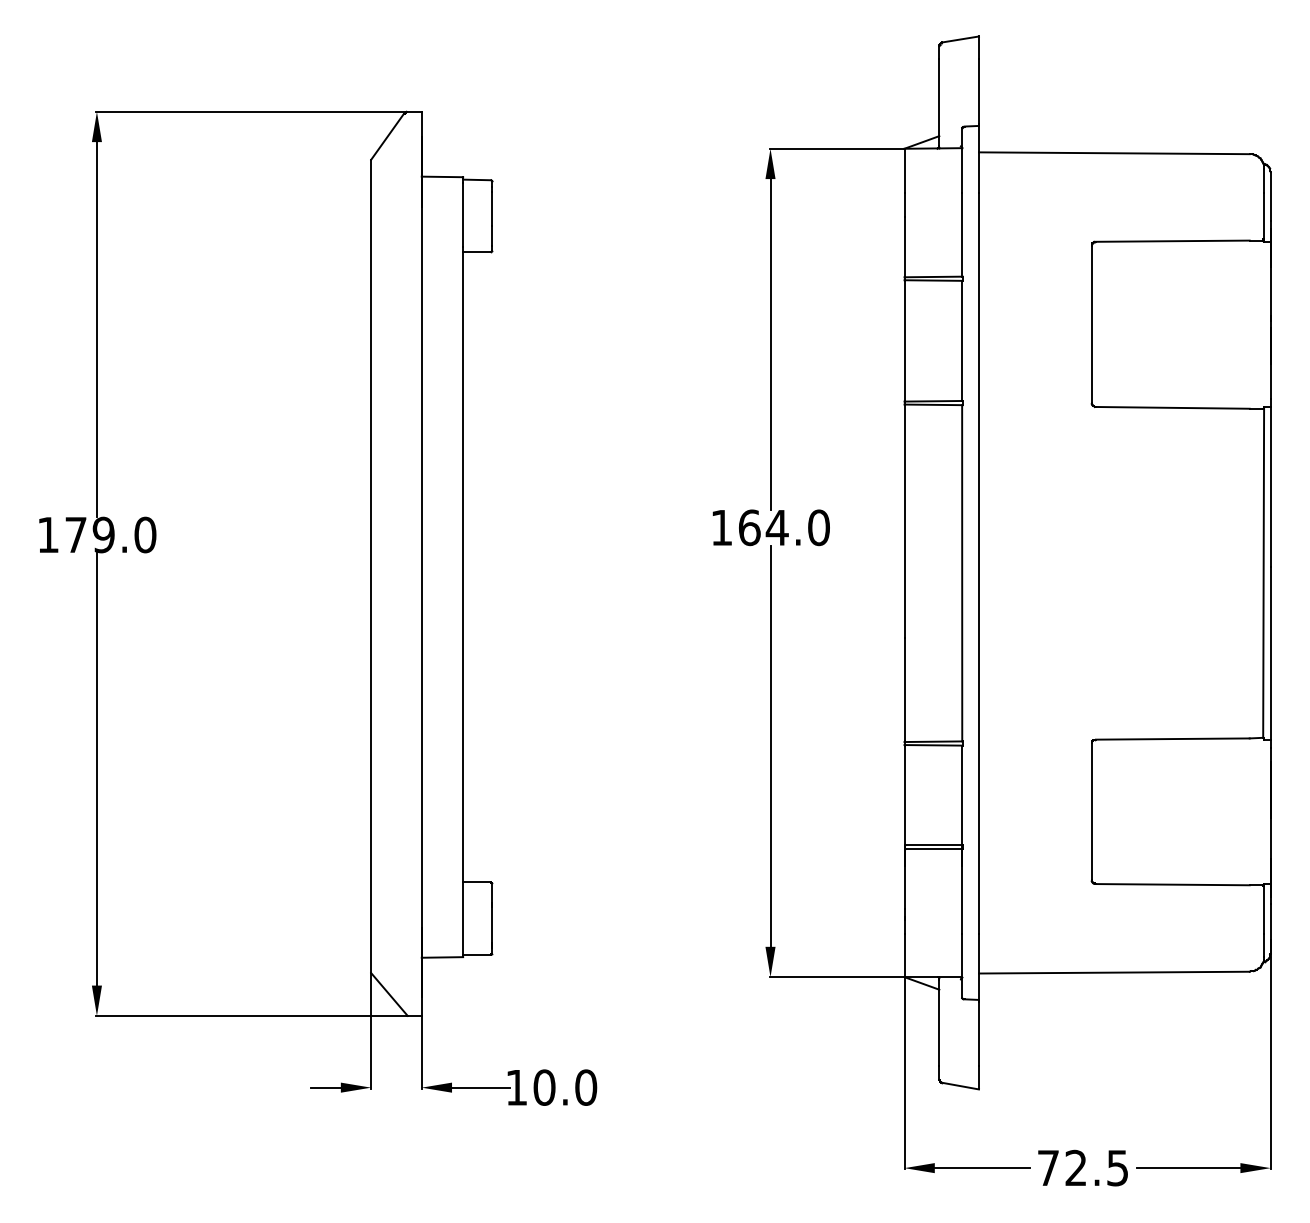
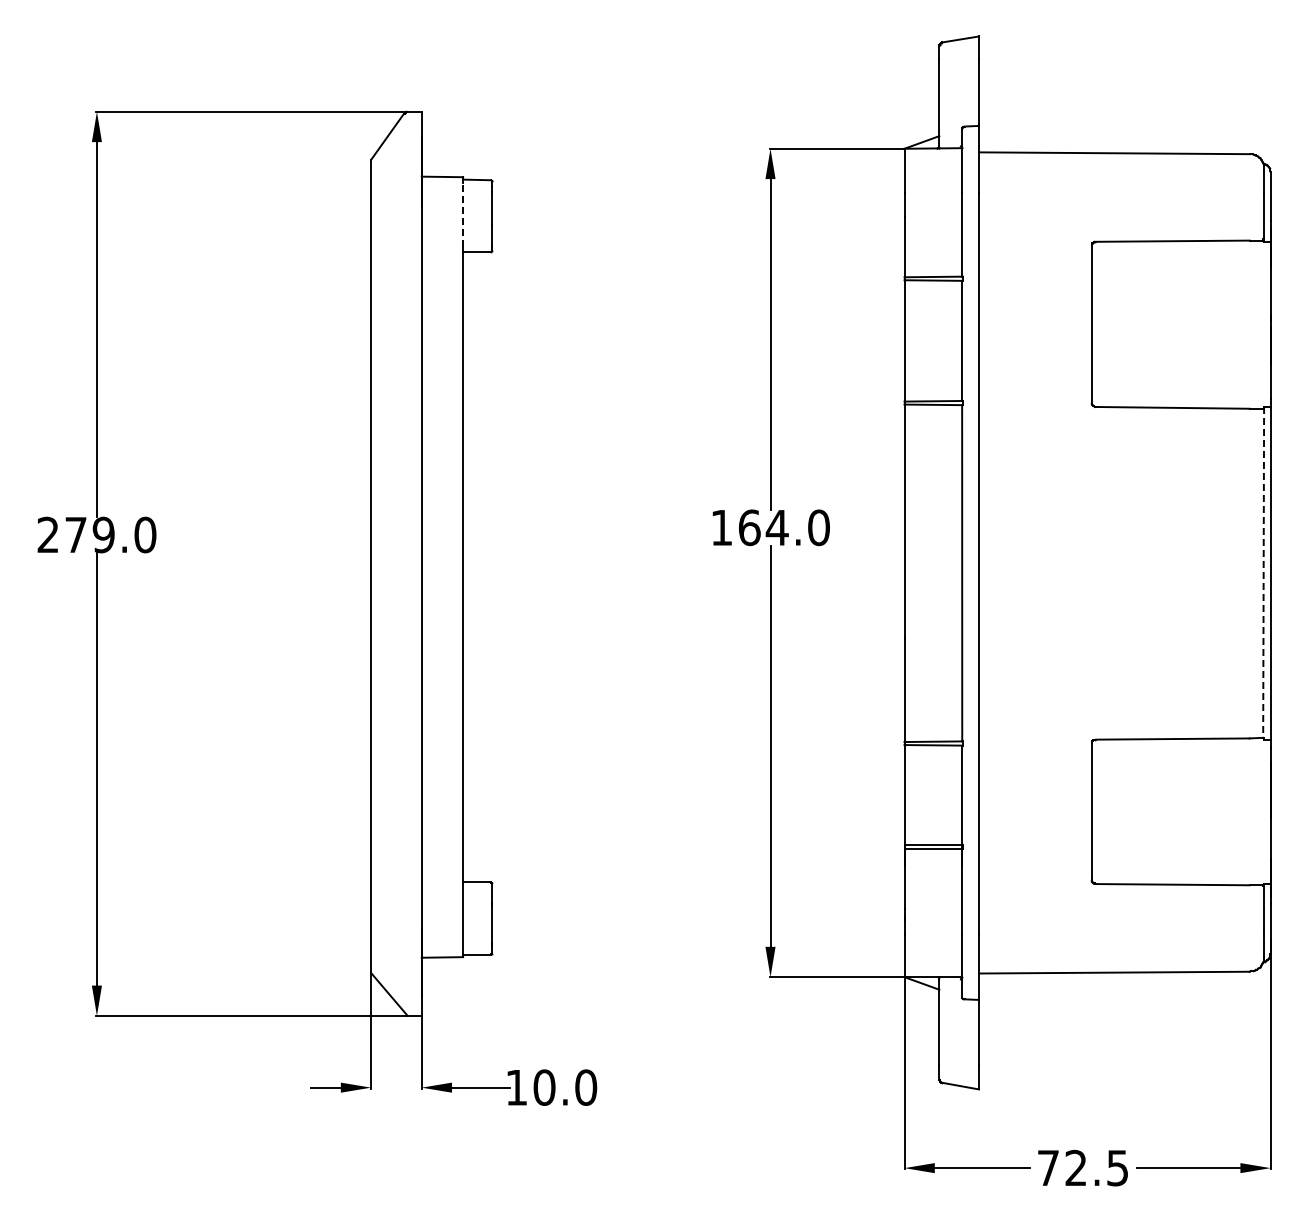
line at (463, 214): solid -> dashed
text at (47, 534): 179.0 -> 279.0
line at (1263, 572): solid -> dashed
